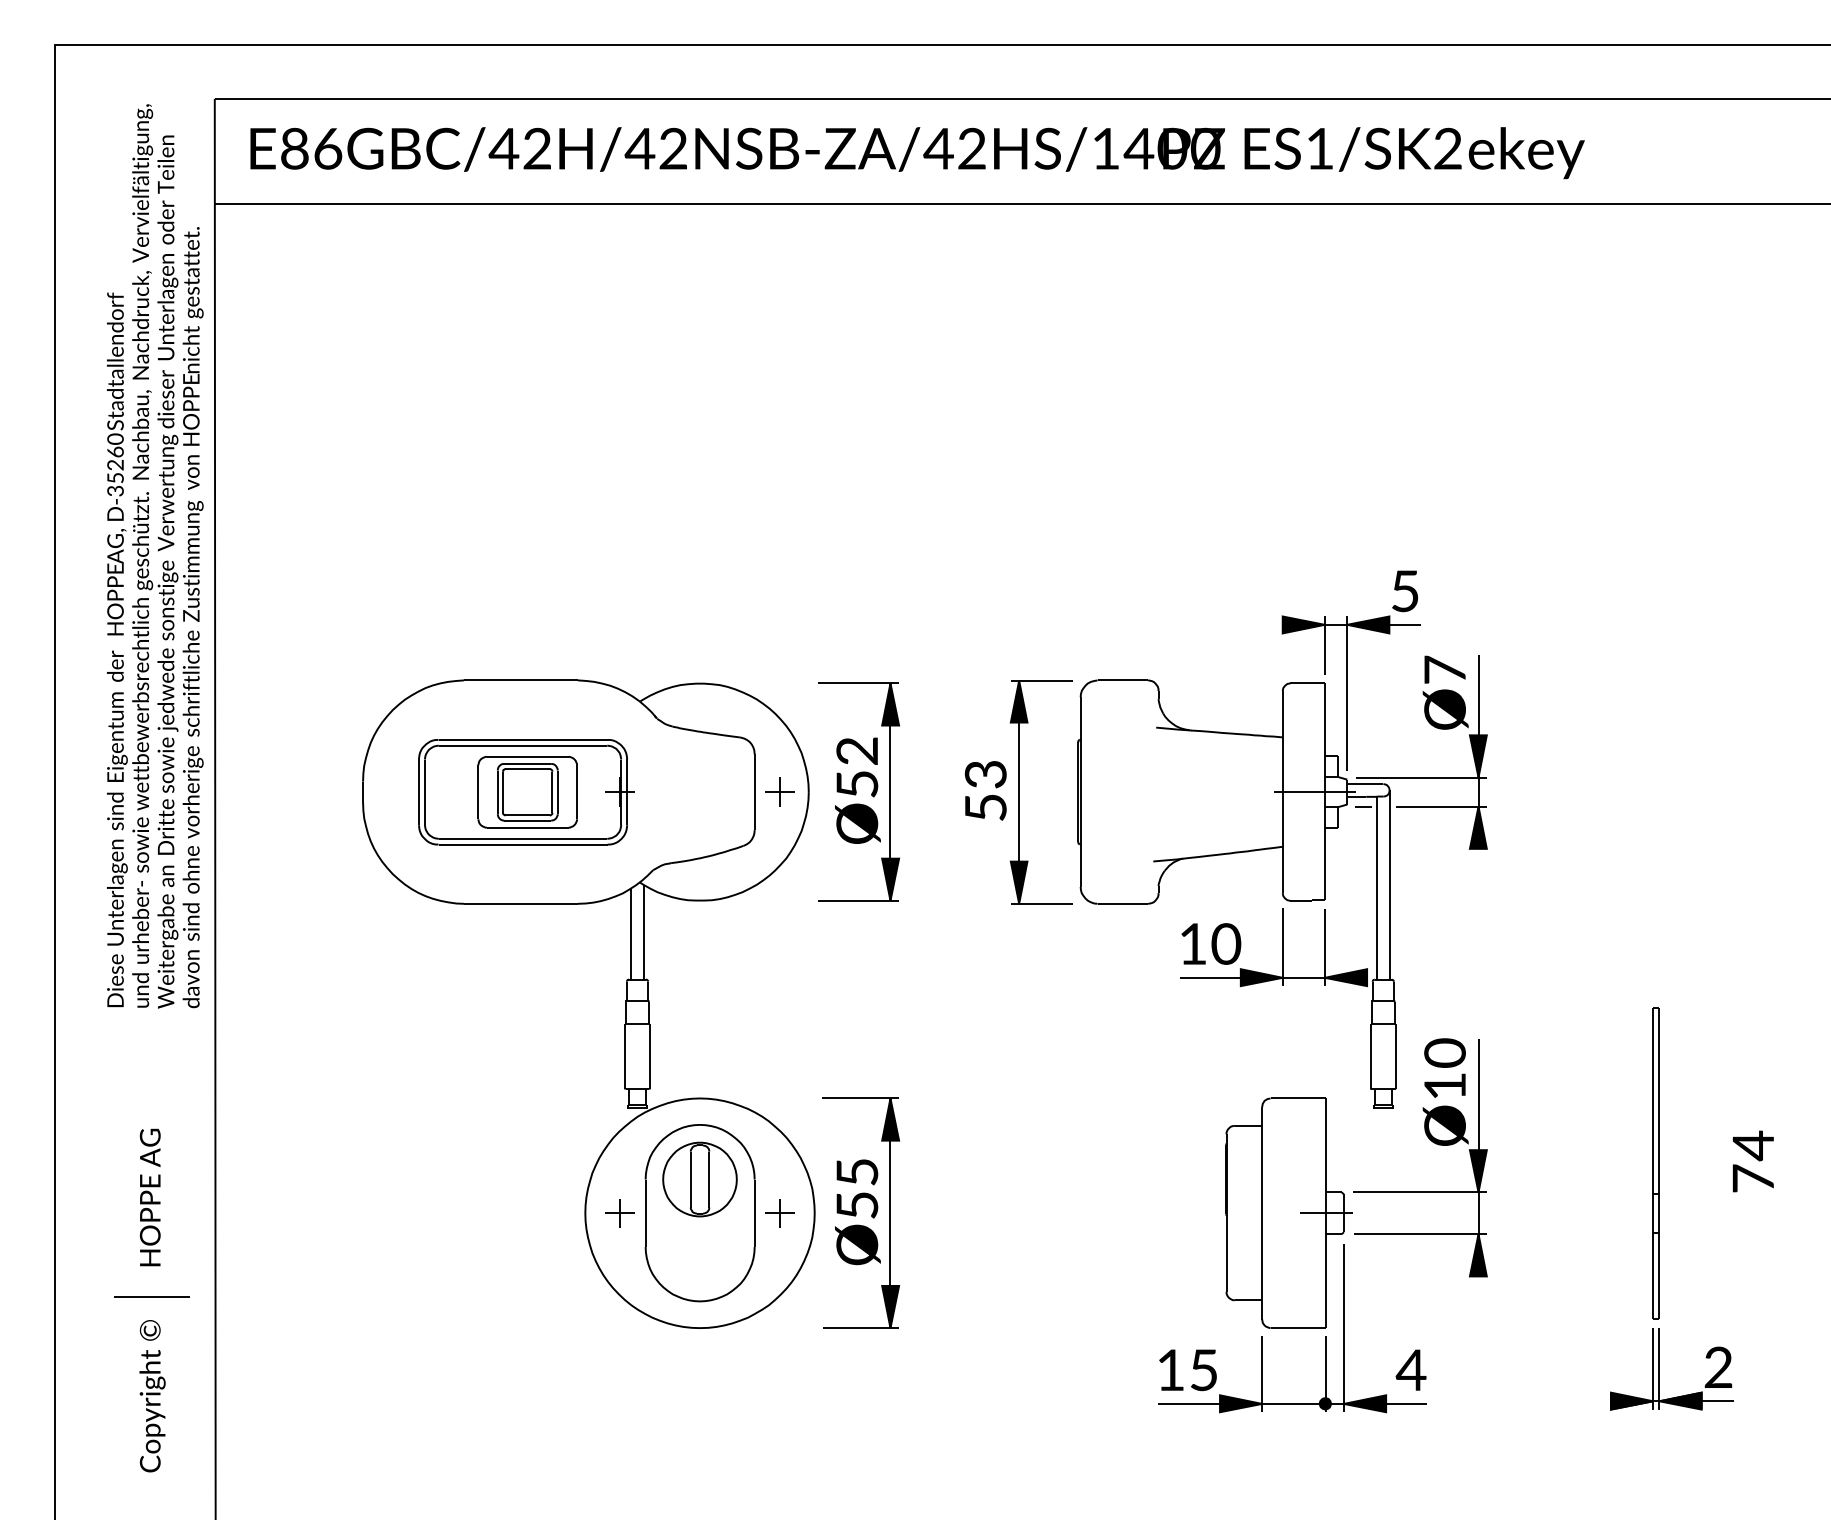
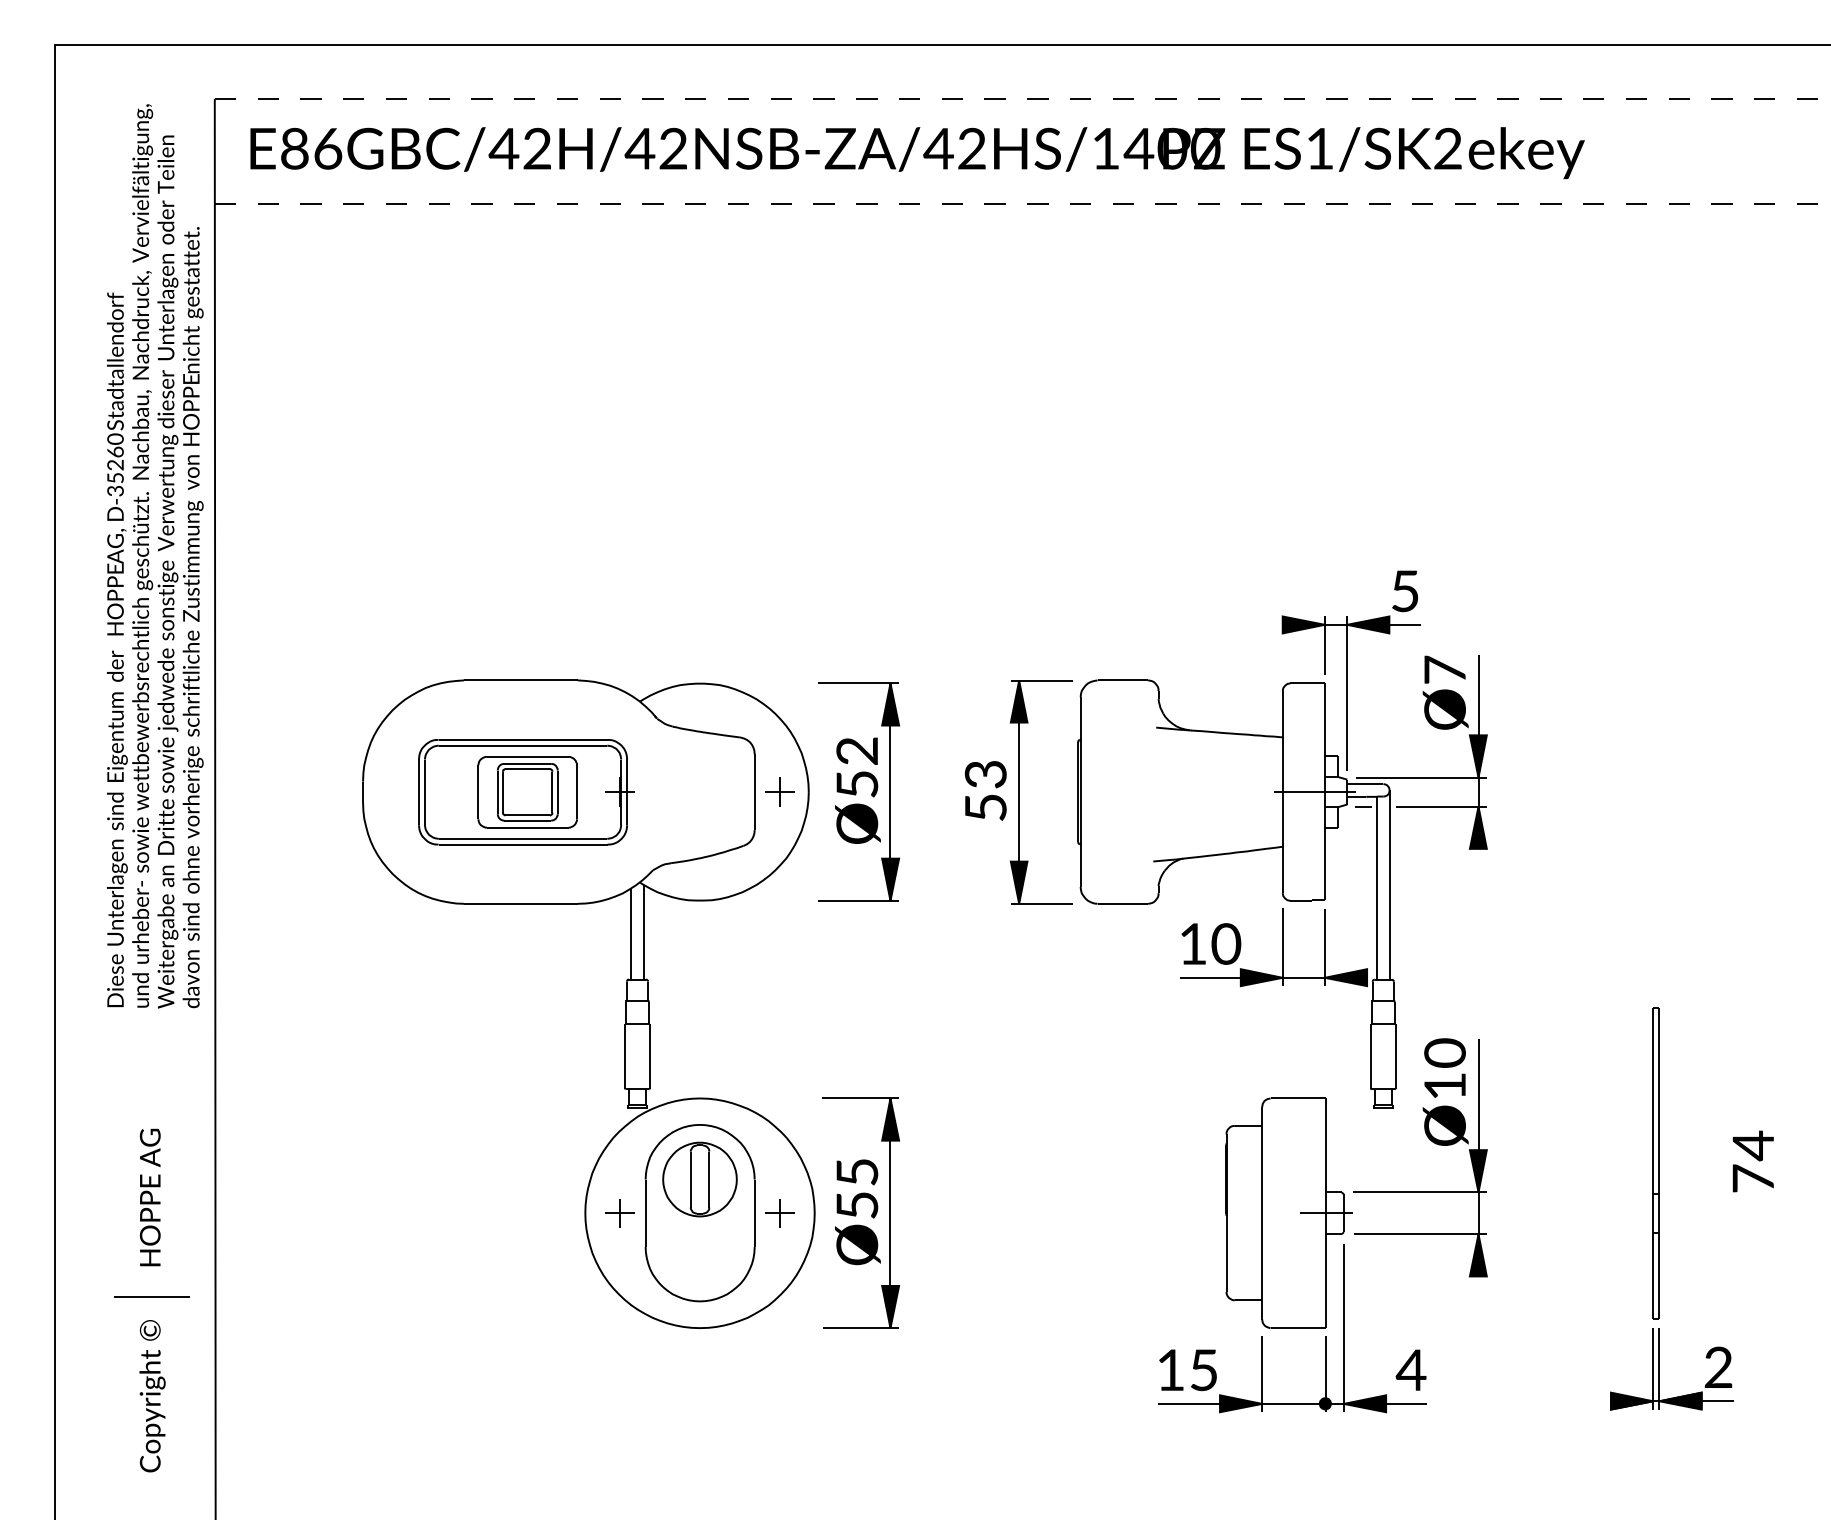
line at (1022, 98): solid -> dashed
line at (1022, 204): solid -> dashed
